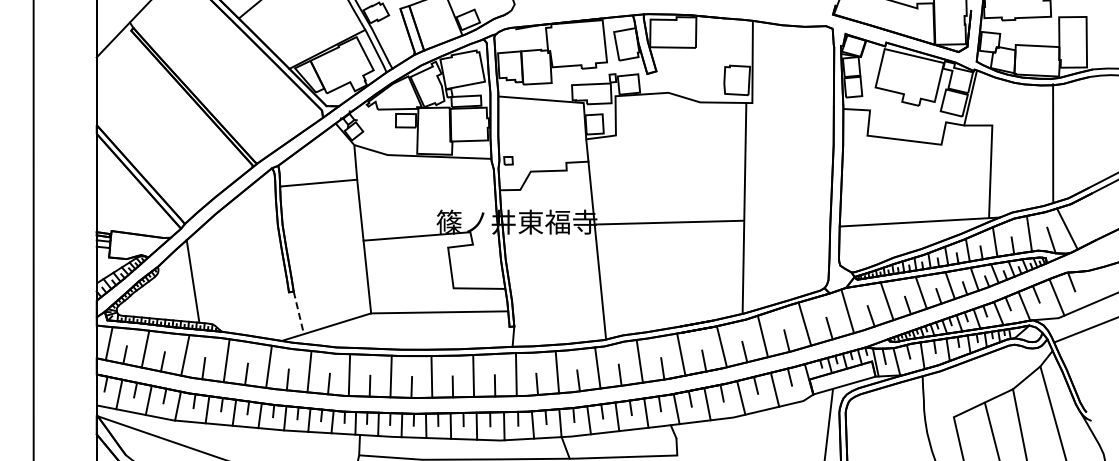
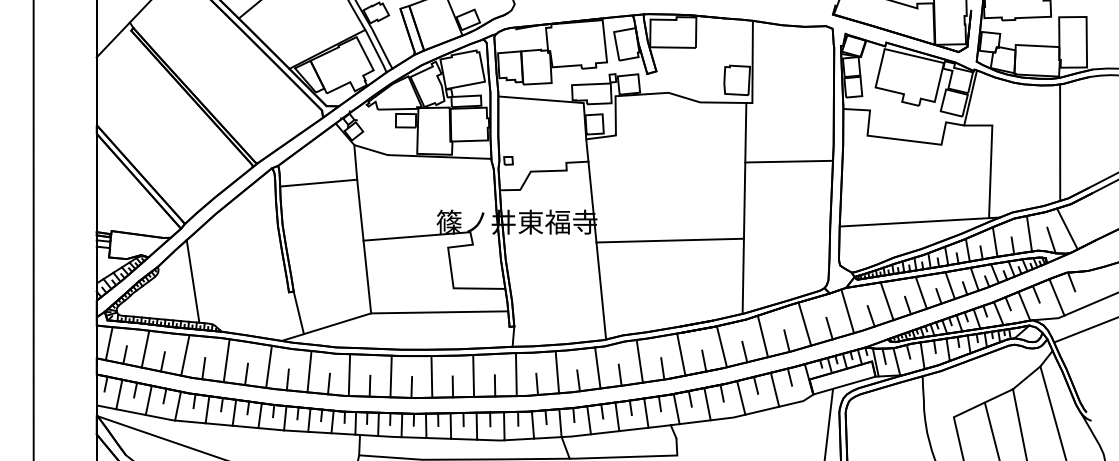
line at (1053, 142) position: (1053, 142) -> (1060, 142)
line at (789, 161): none -> present
line at (669, 222) position: (669, 222) -> (669, 240)
line at (298, 312): dashed -> solid
